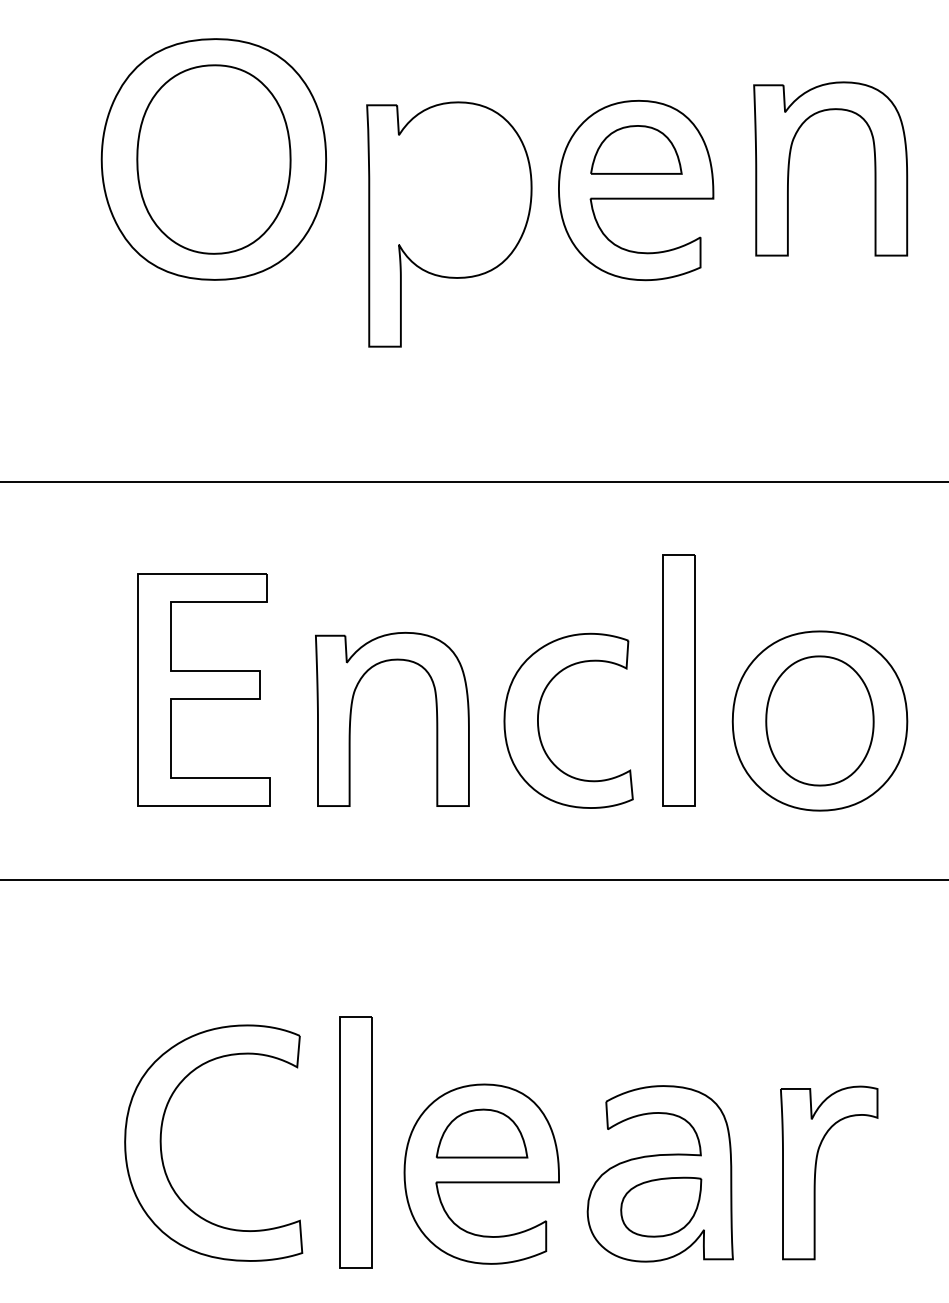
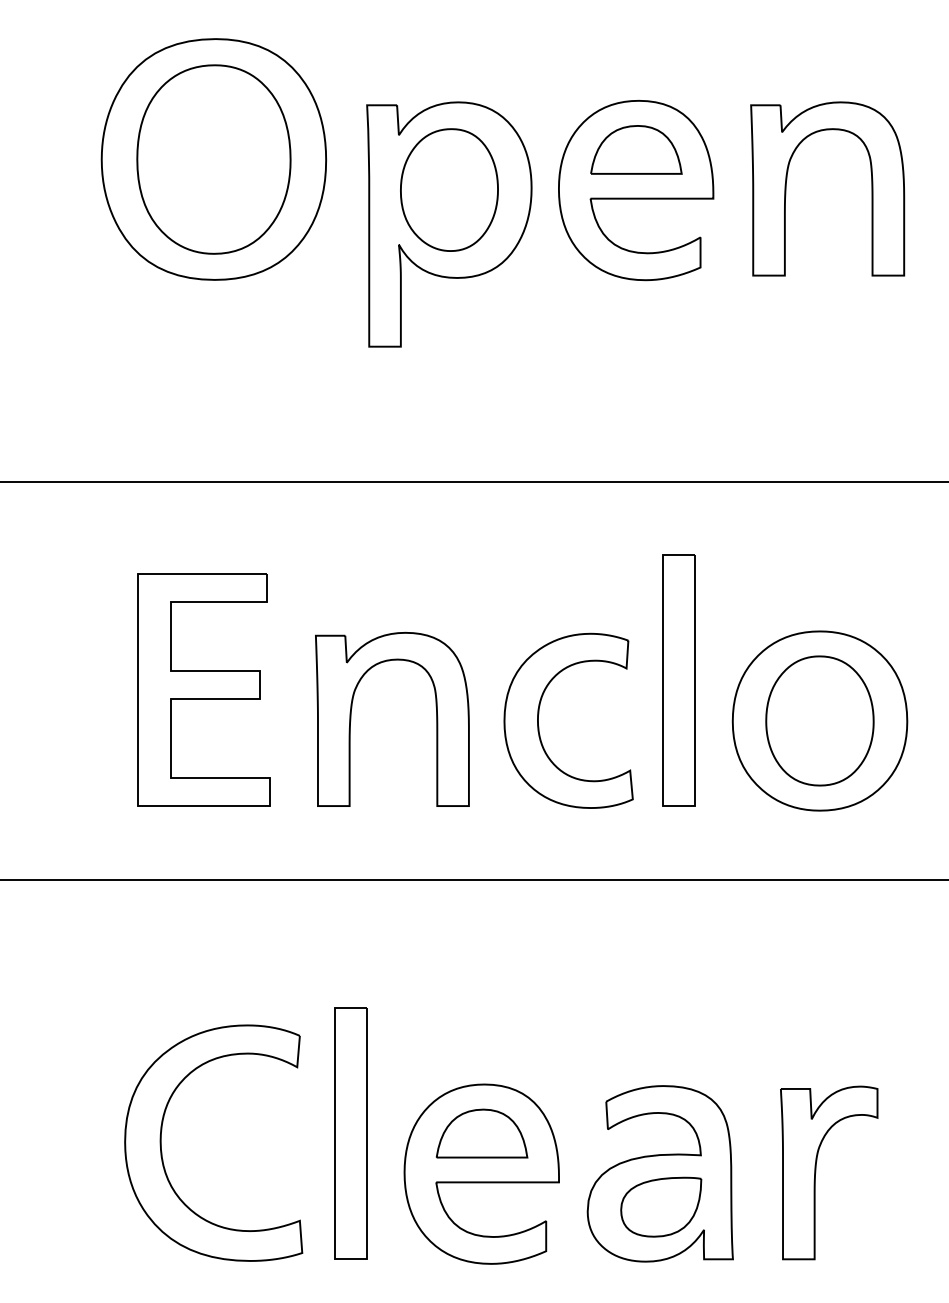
part at (790, 160) position: (790, 160) -> (787, 180)
part at (449, 189): none -> present
part at (355, 1142) position: (355, 1142) -> (350, 1133)
